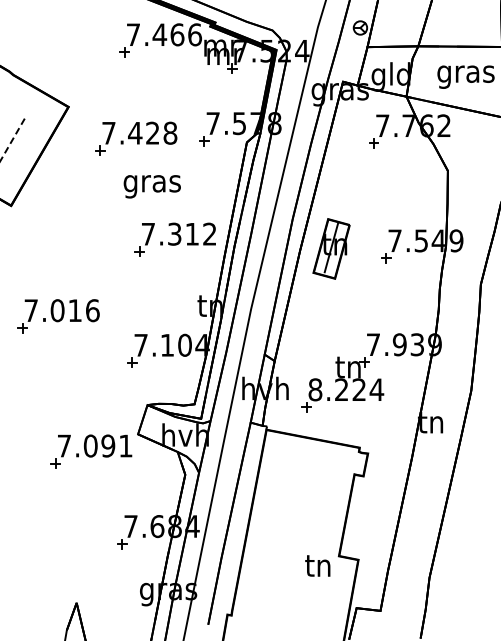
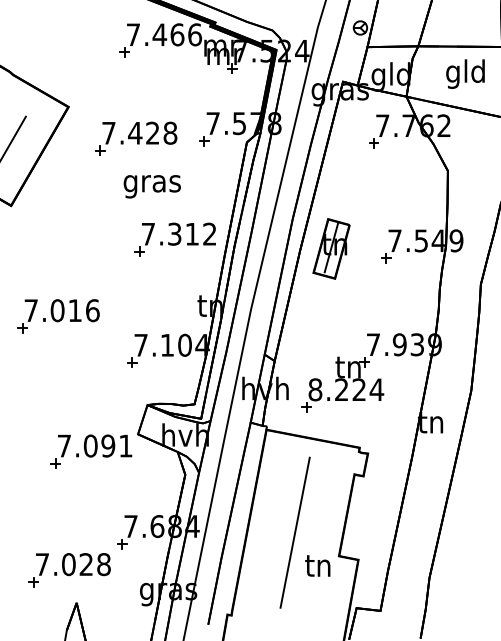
text at (465, 73): gras -> gld
line at (13, 138): dashed -> solid
line at (294, 532): none -> present
part at (69, 570): none -> present
